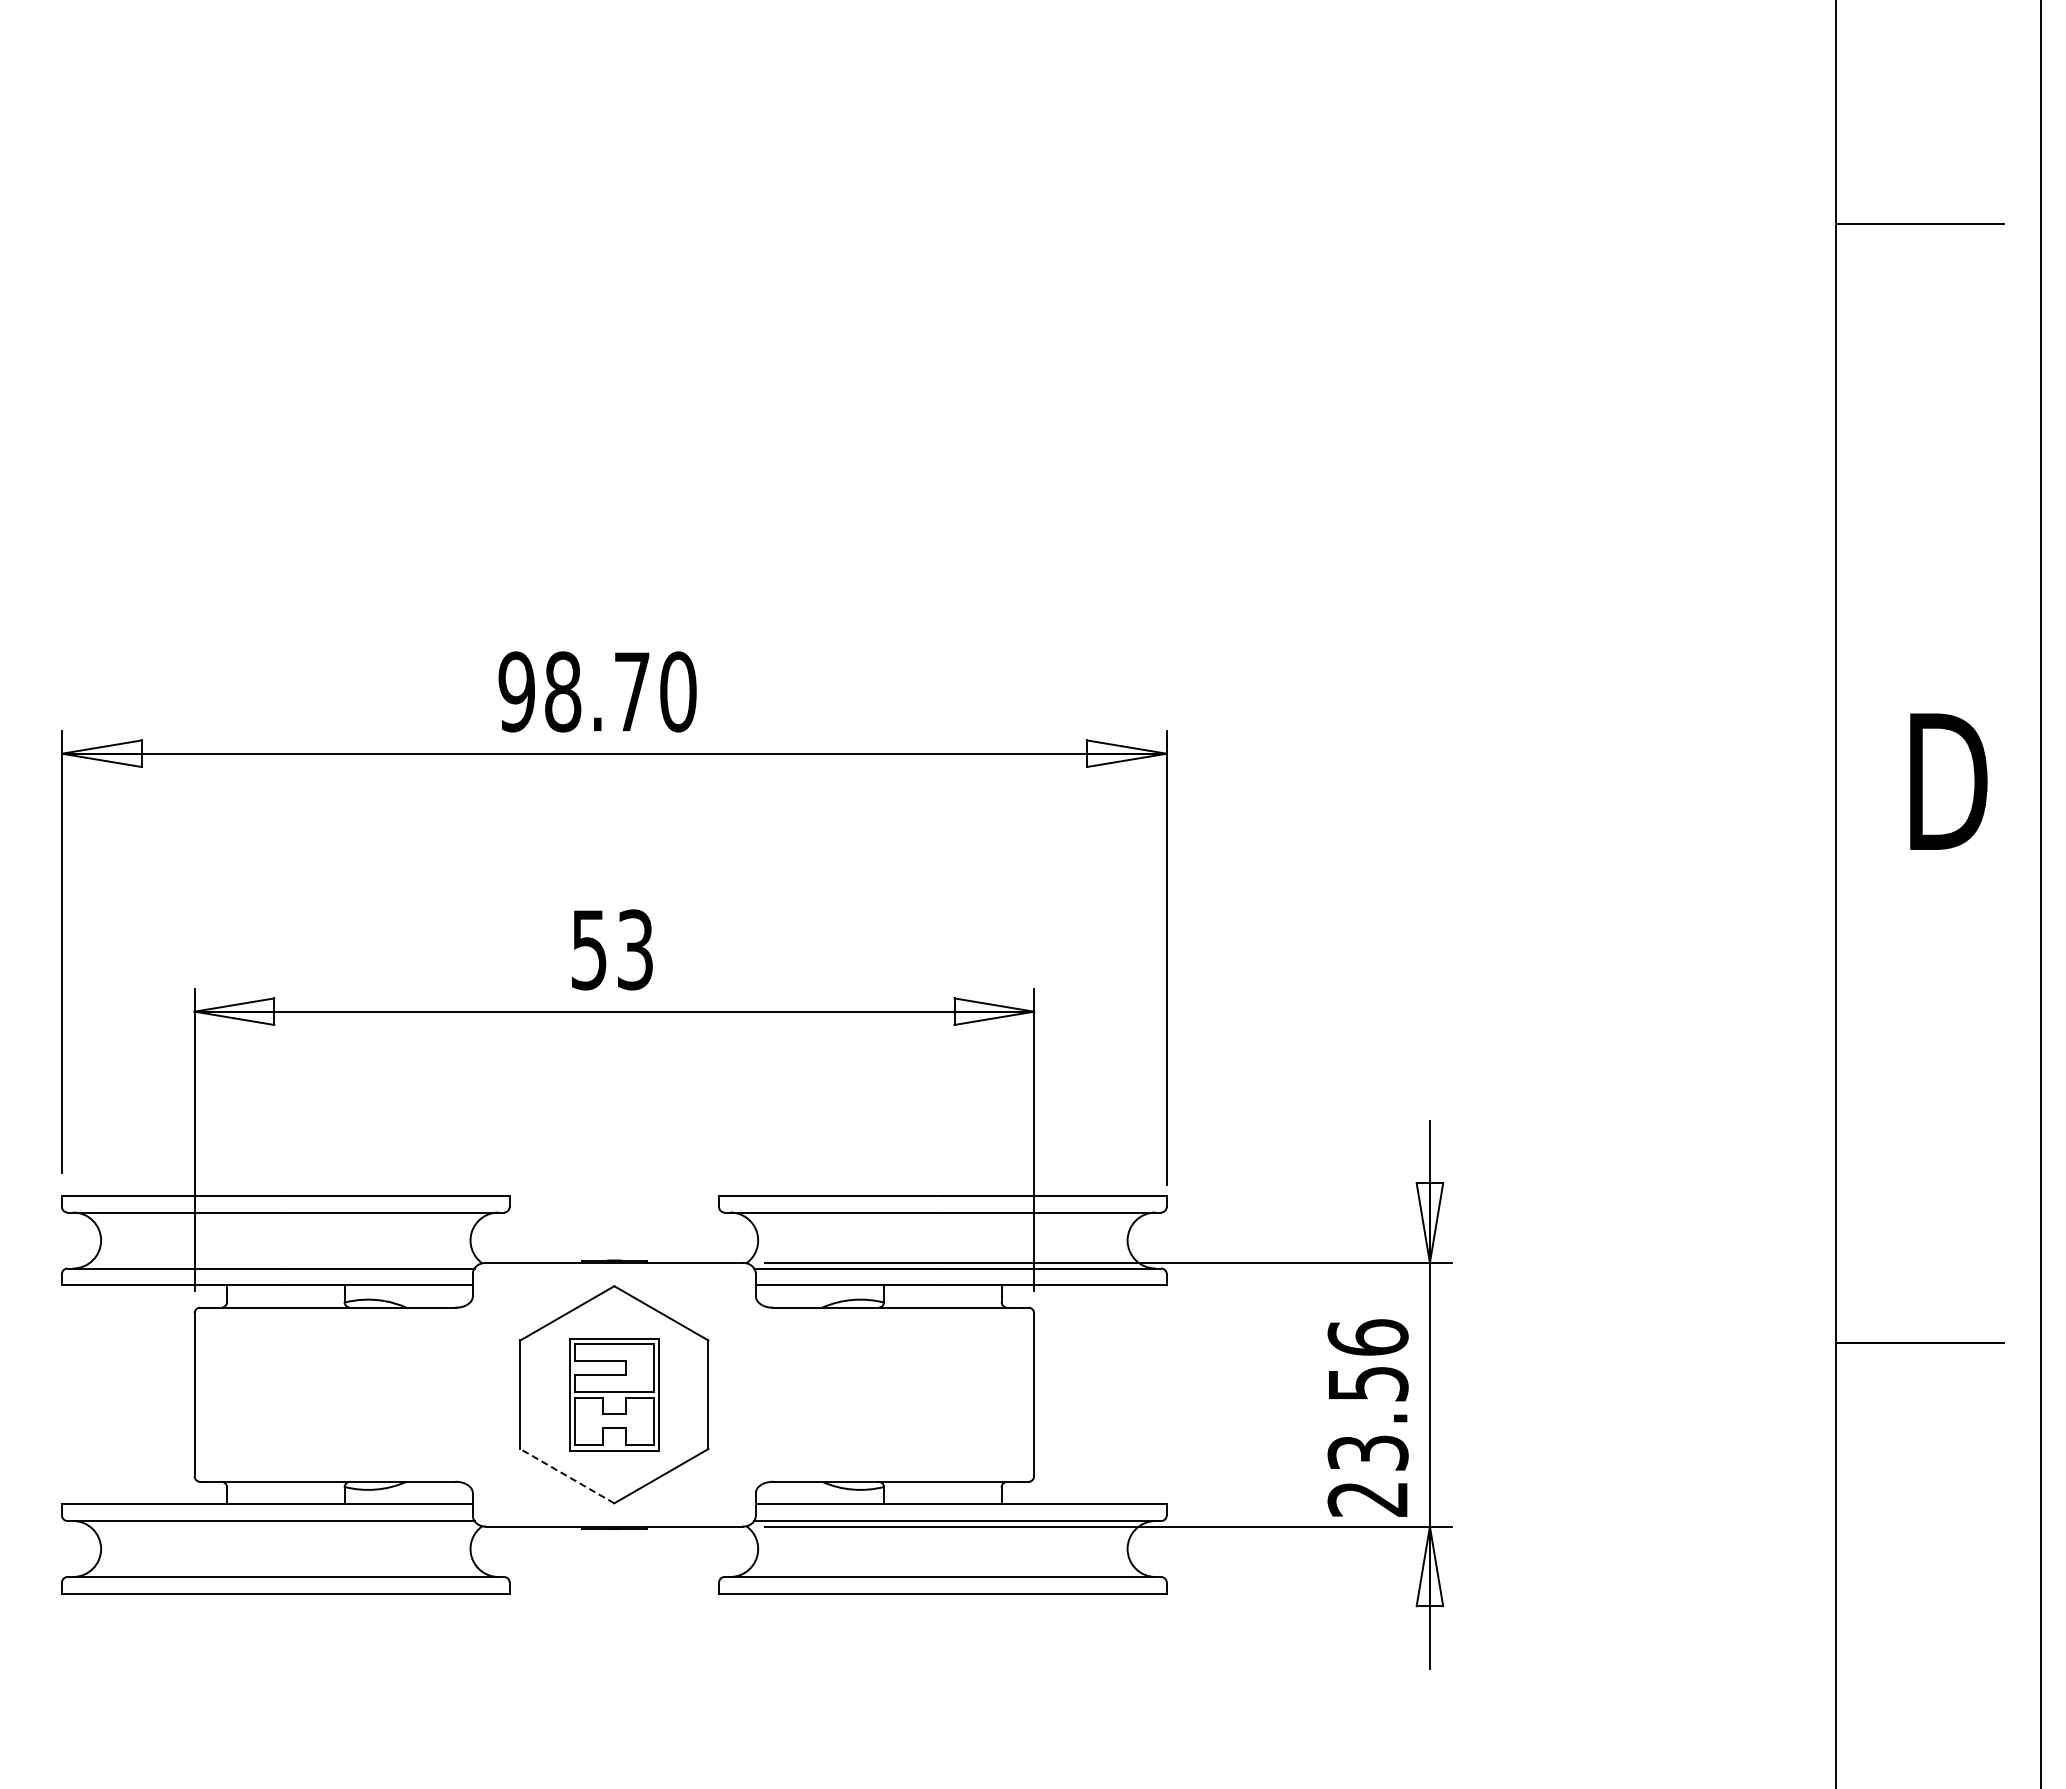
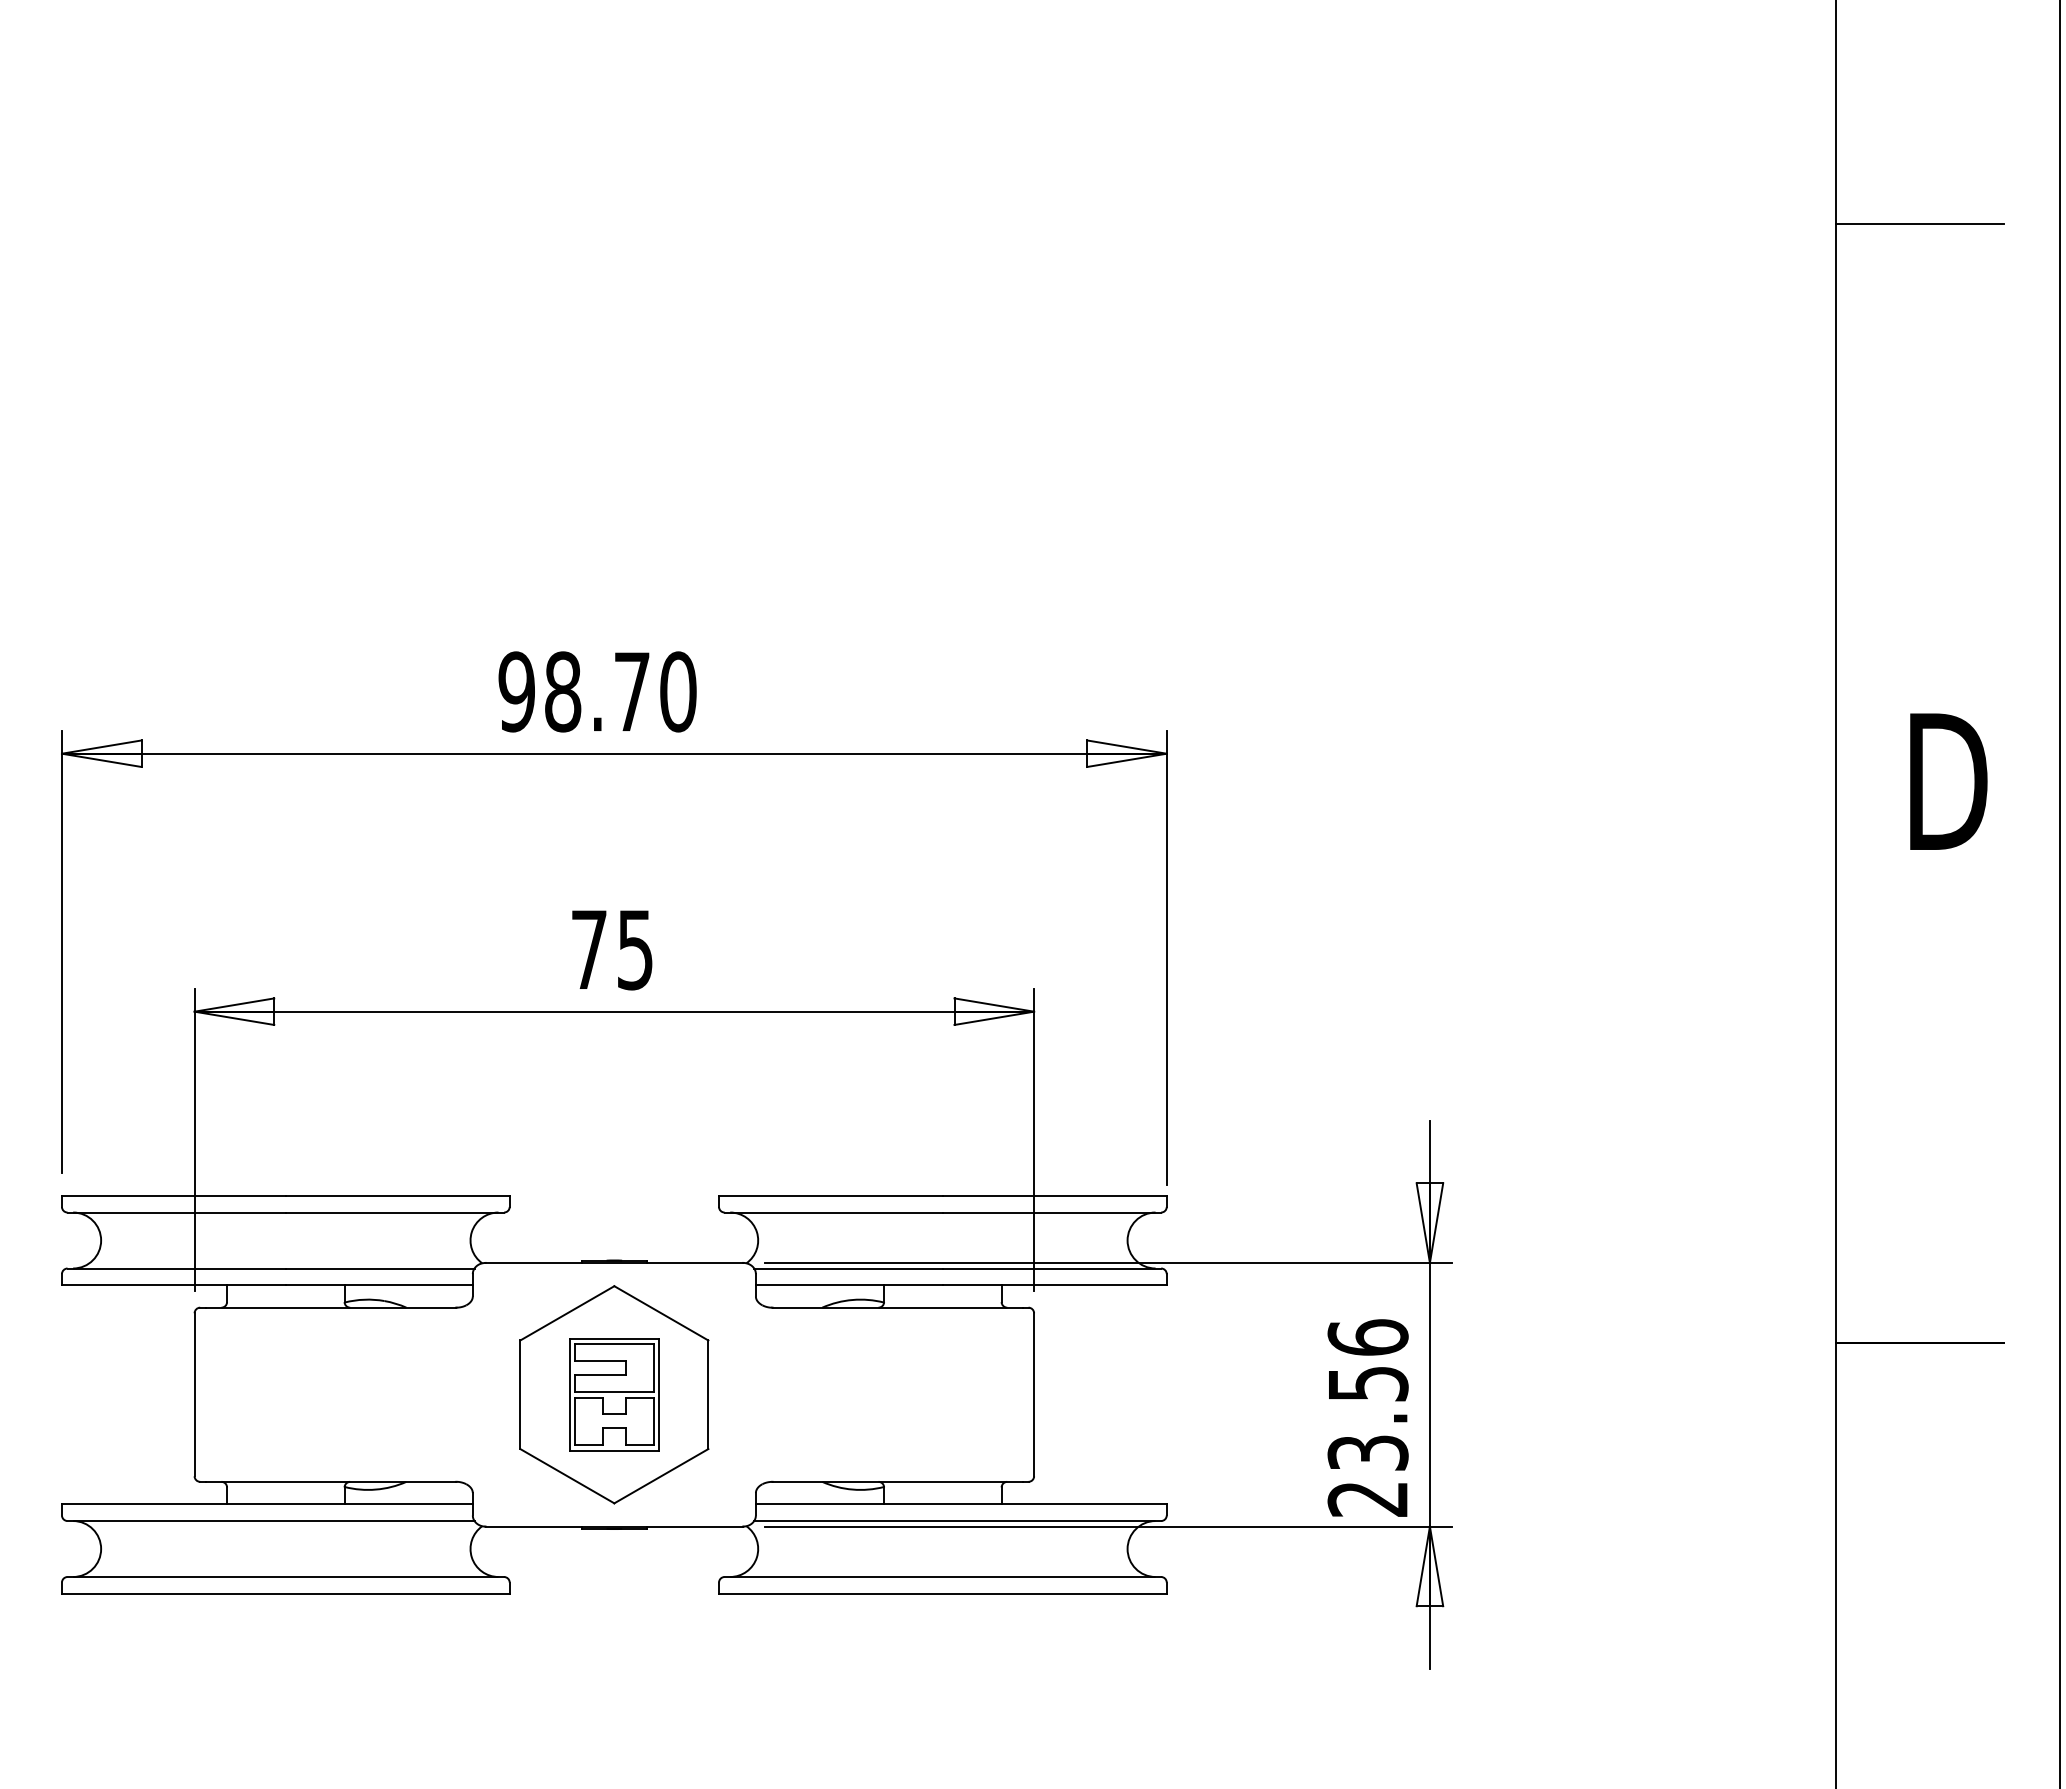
line at (2040, 893) position: (2040, 893) -> (2059, 893)
text at (612, 949): 53 -> 75
line at (566, 1475): dashed -> solid
